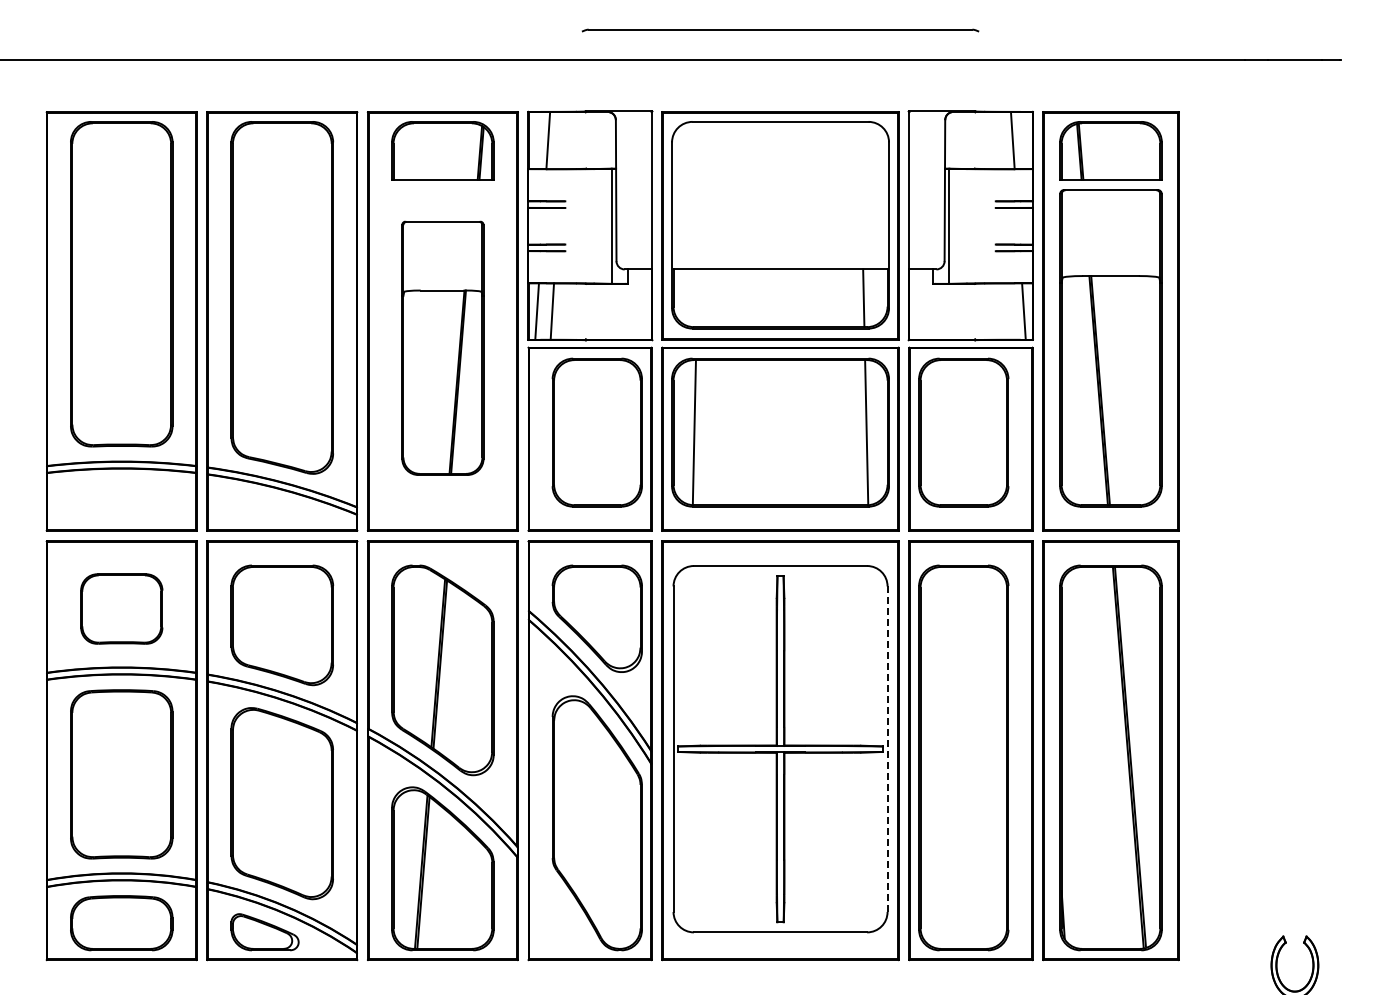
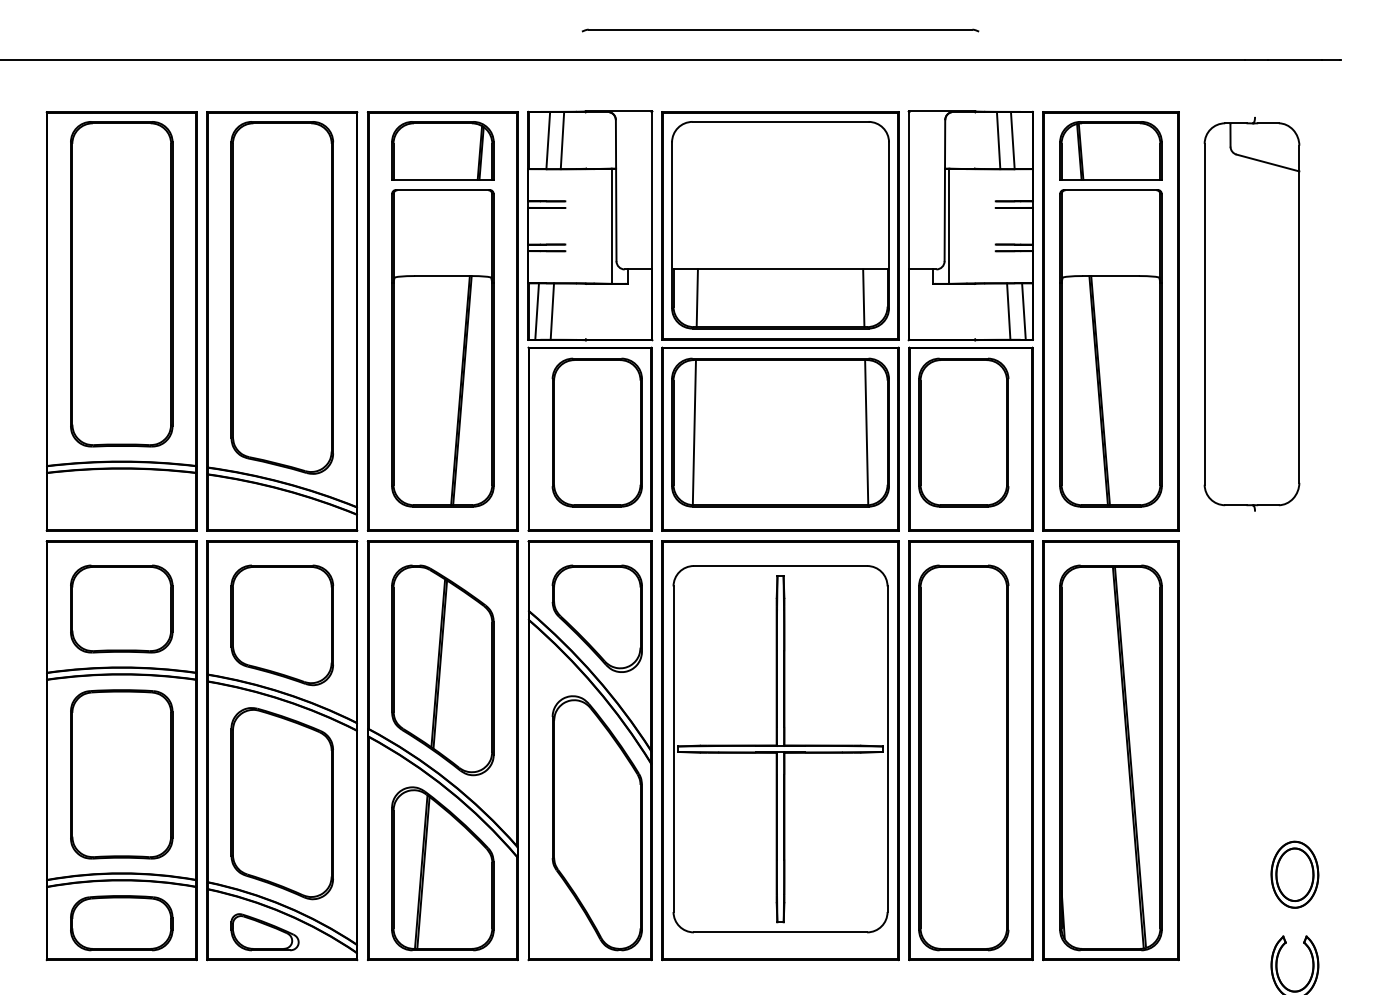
line at (562, 140): none -> present
line at (998, 140): none -> present
line at (696, 298): none -> present
line at (1008, 311): none -> present
part at (1251, 314): none -> present
part at (442, 347) size: 84x256 px -> 104x319 px
part at (121, 608) size: 84x72 px -> 104x90 px
line at (887, 749): dashed -> solid
part at (1294, 874): none -> present
